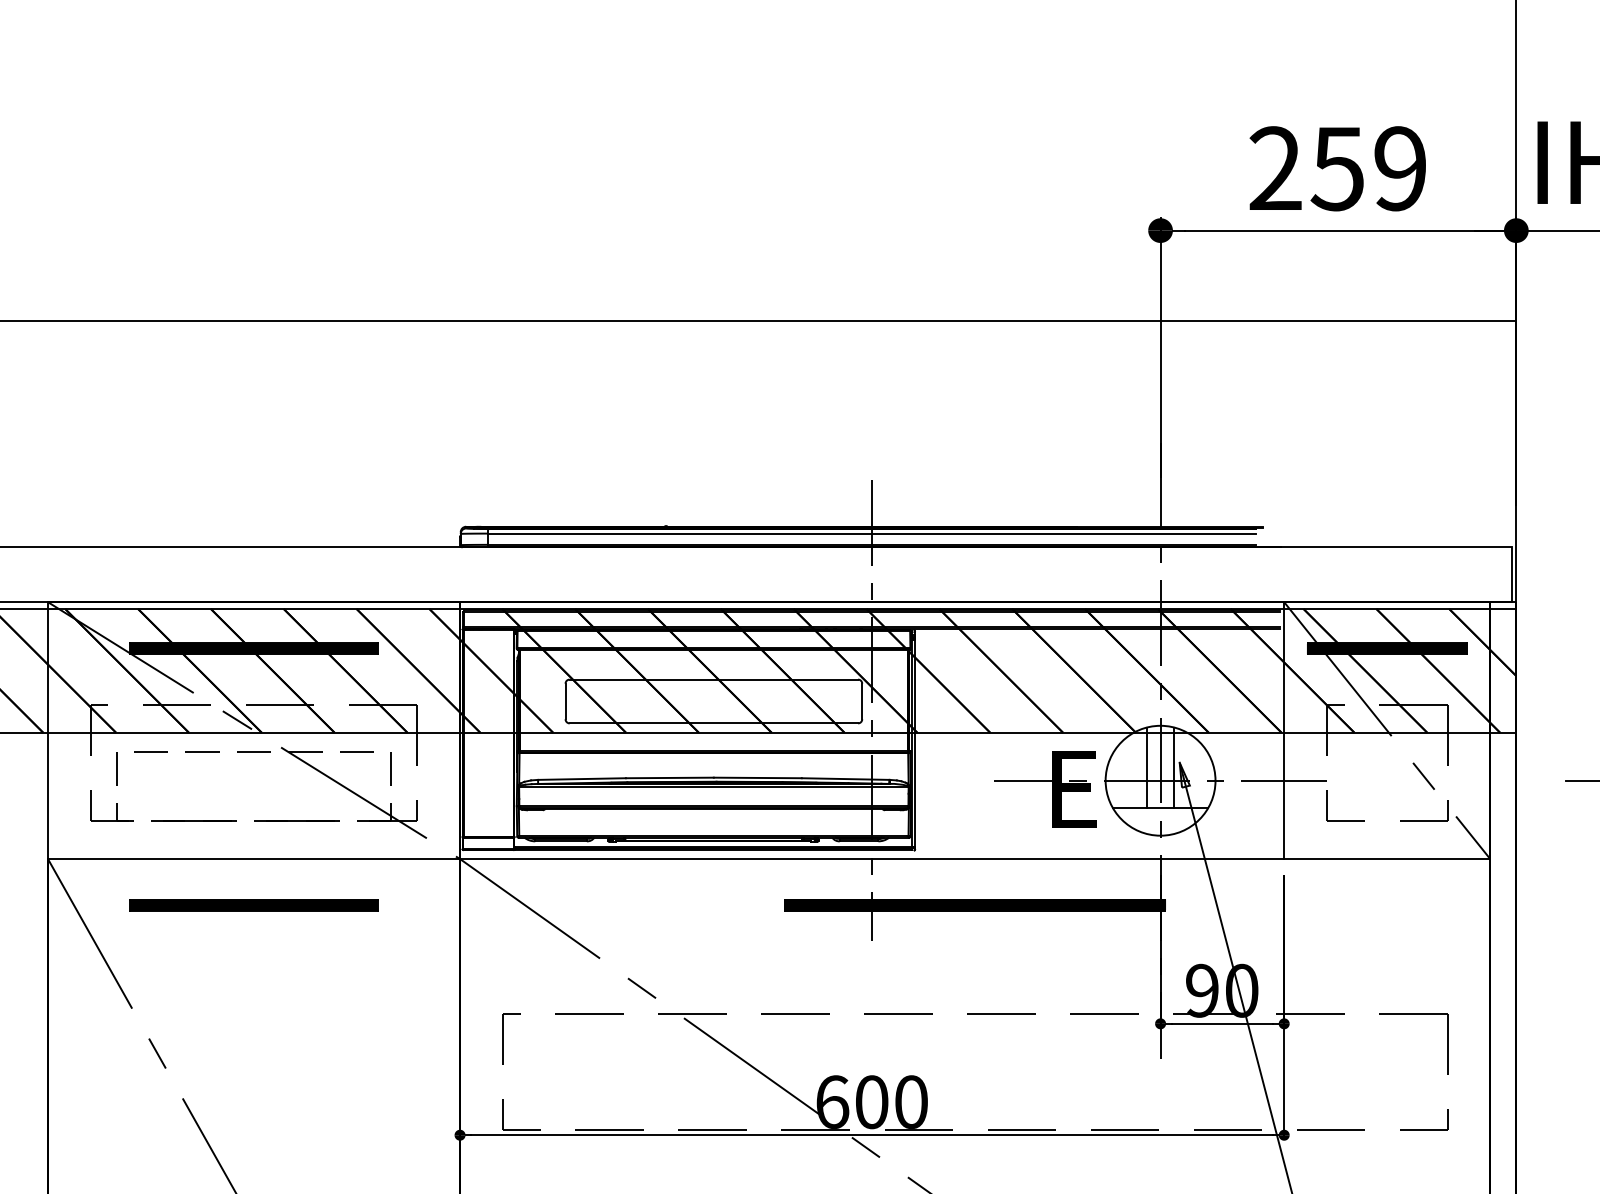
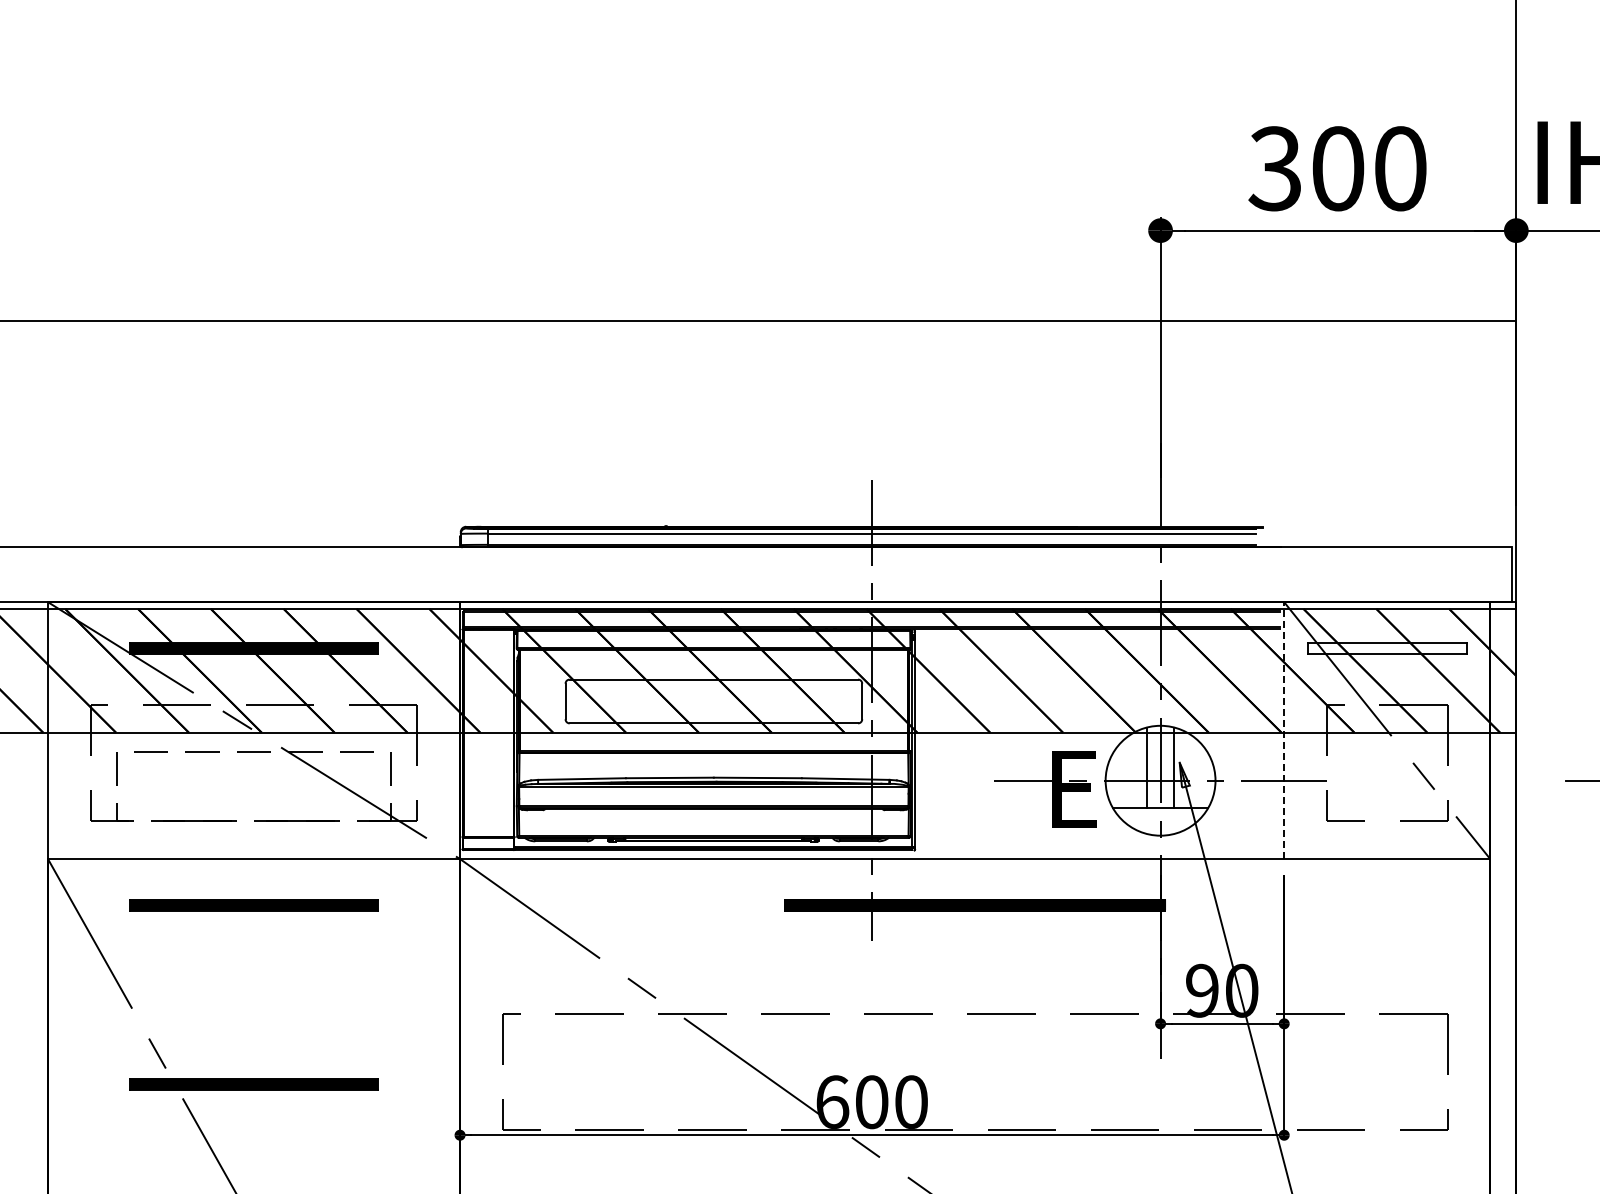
text at (1337, 168): 259 -> 300
hatch at (1386, 648): present -> none
line at (1284, 730): solid -> dashed
part at (253, 1084): none -> present
